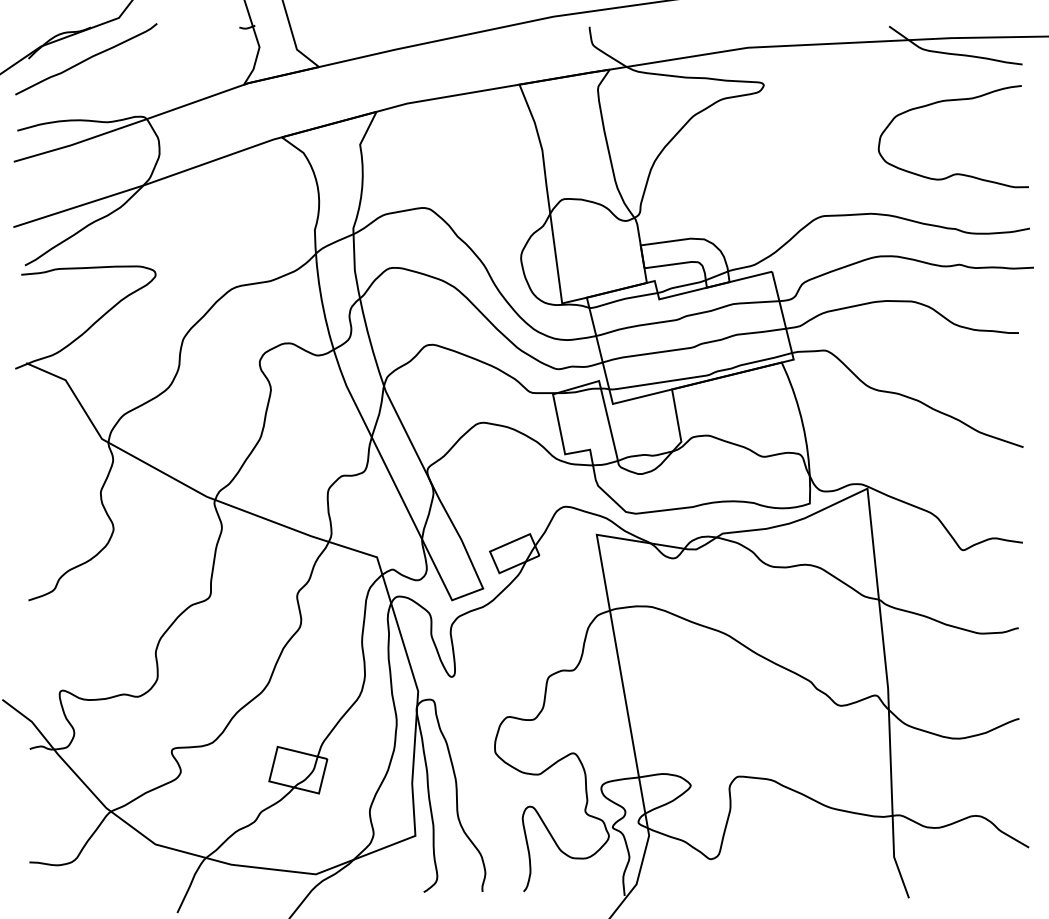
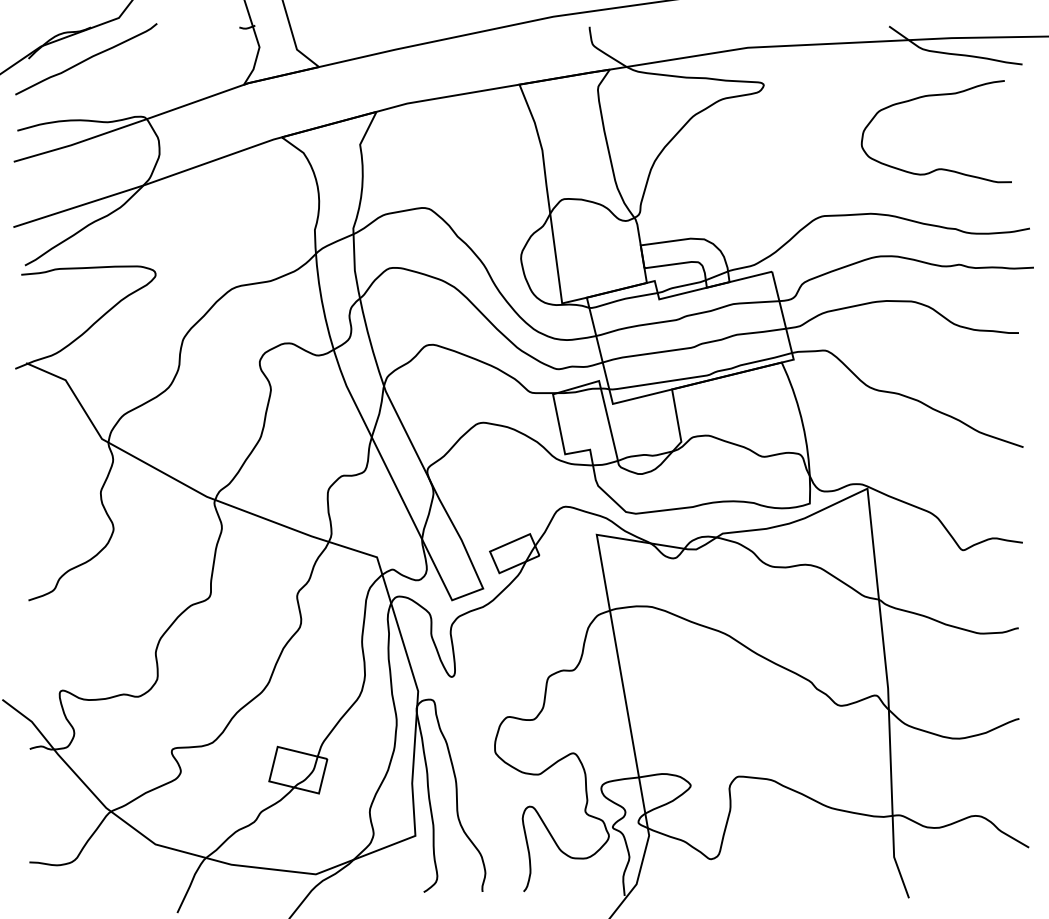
curve at (951, 101) position: (951, 101) -> (934, 96)
